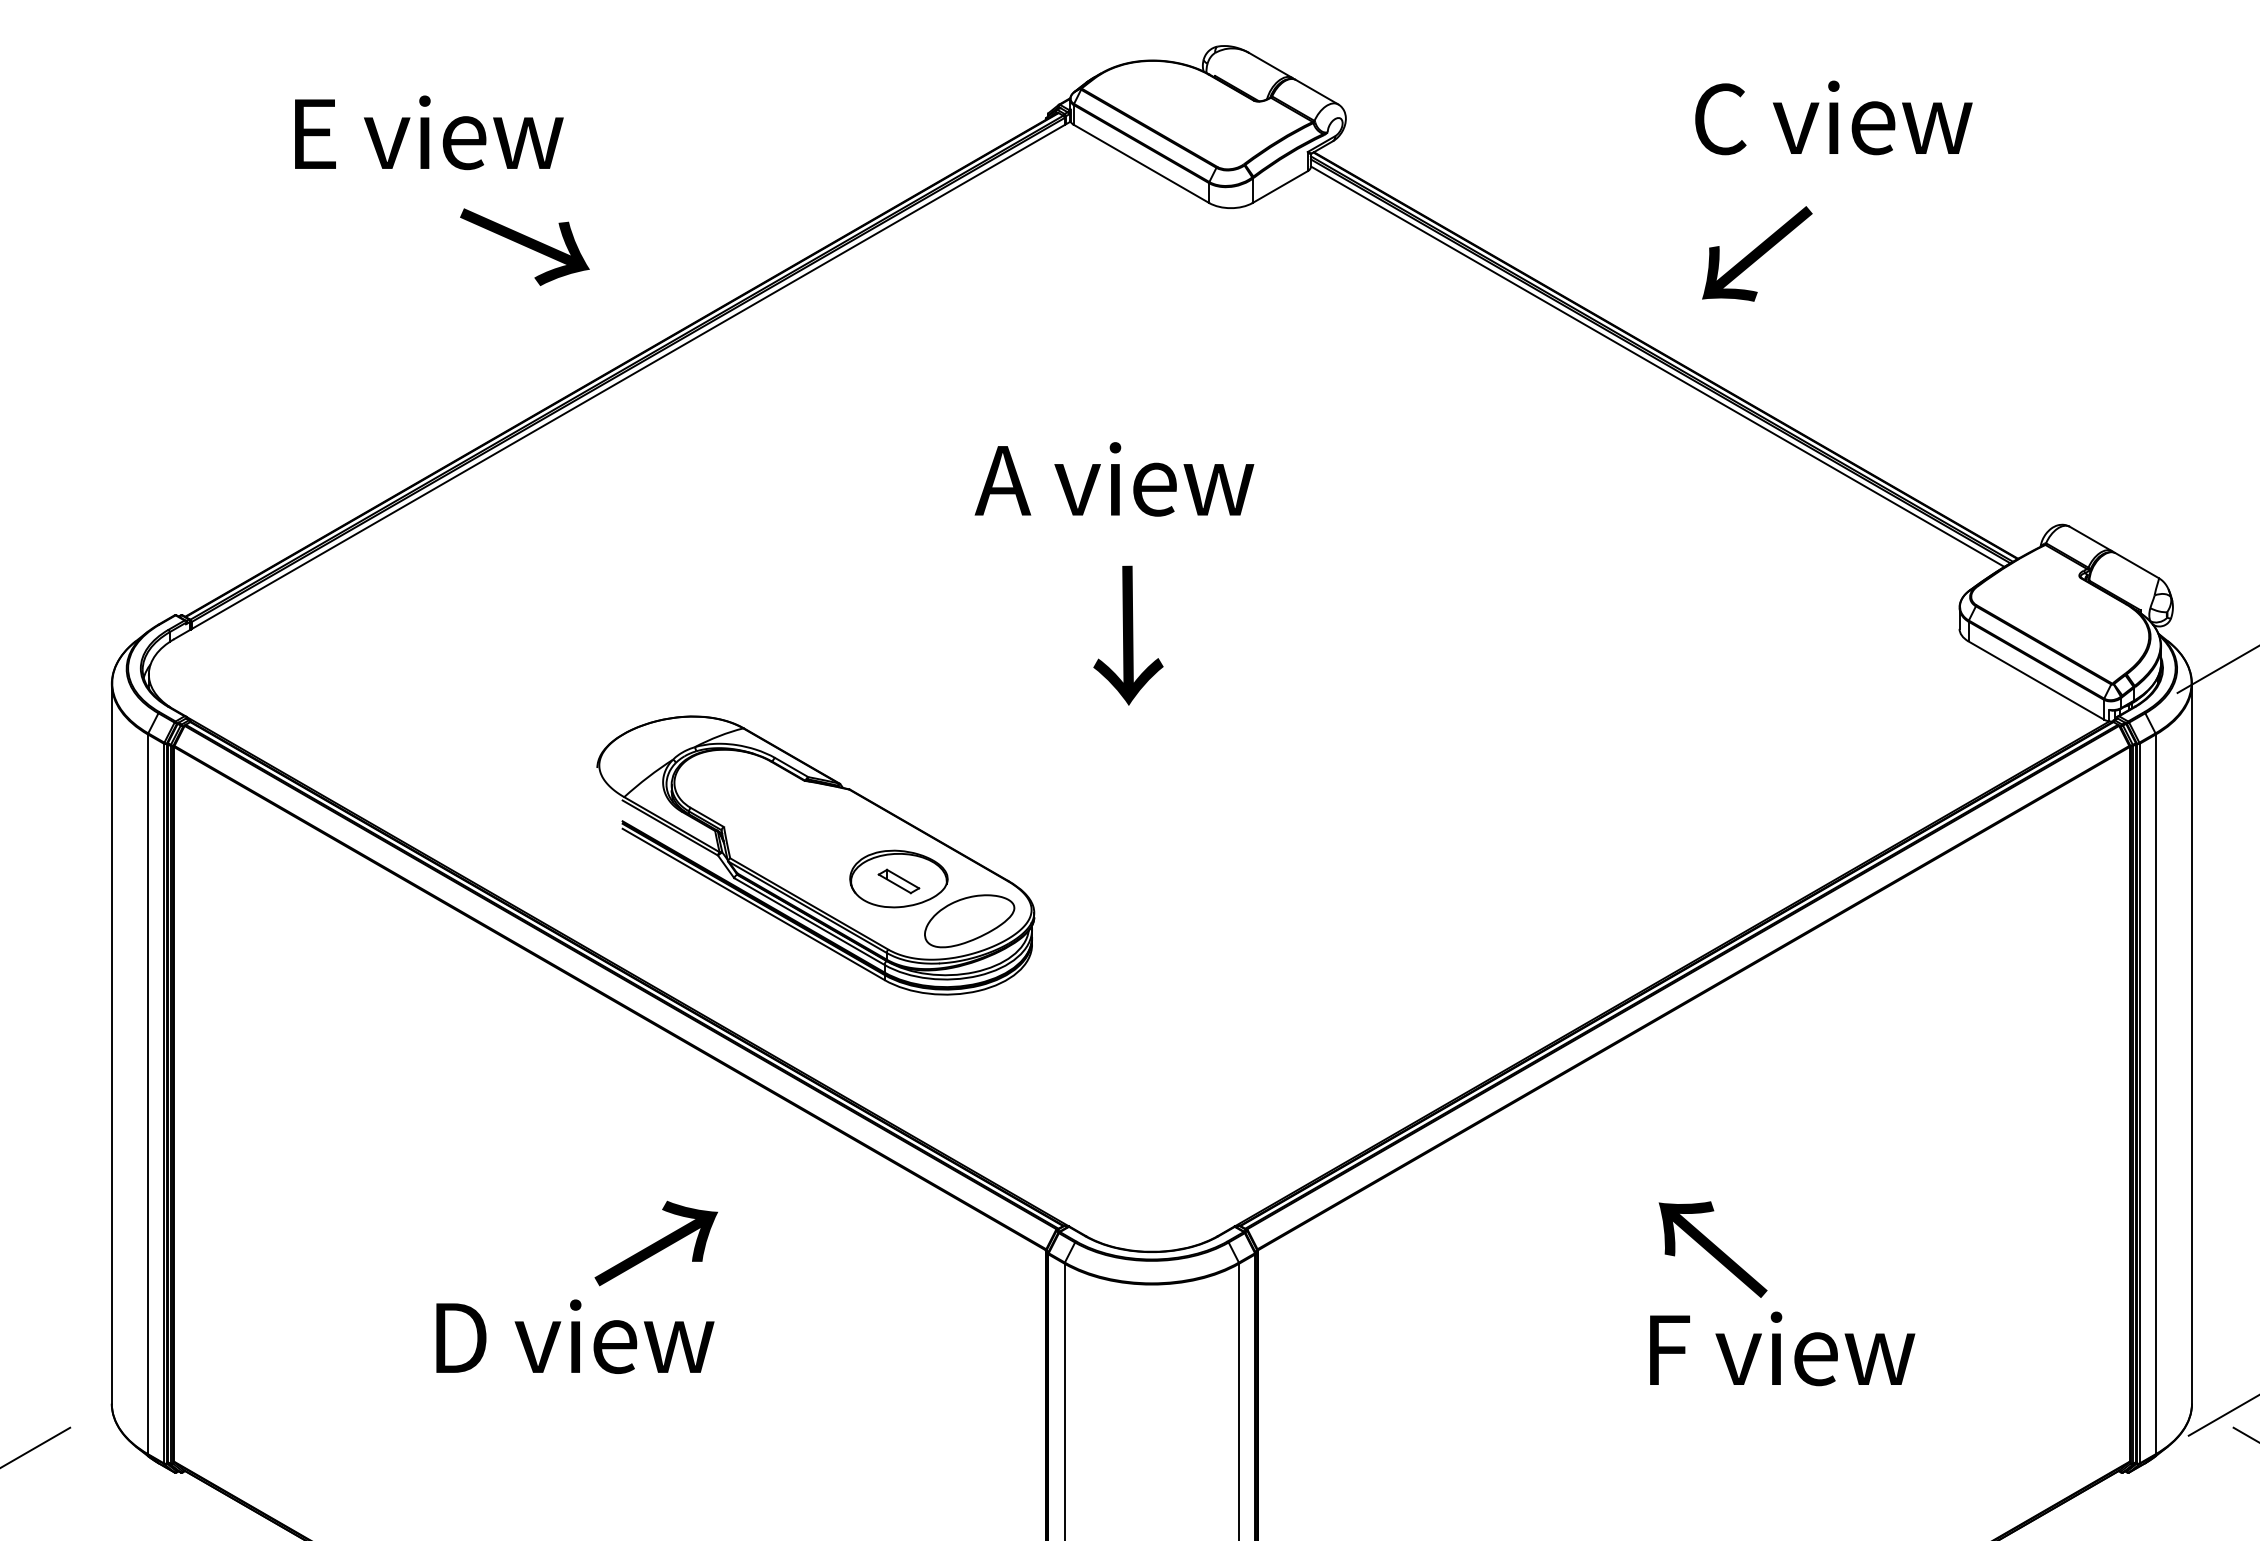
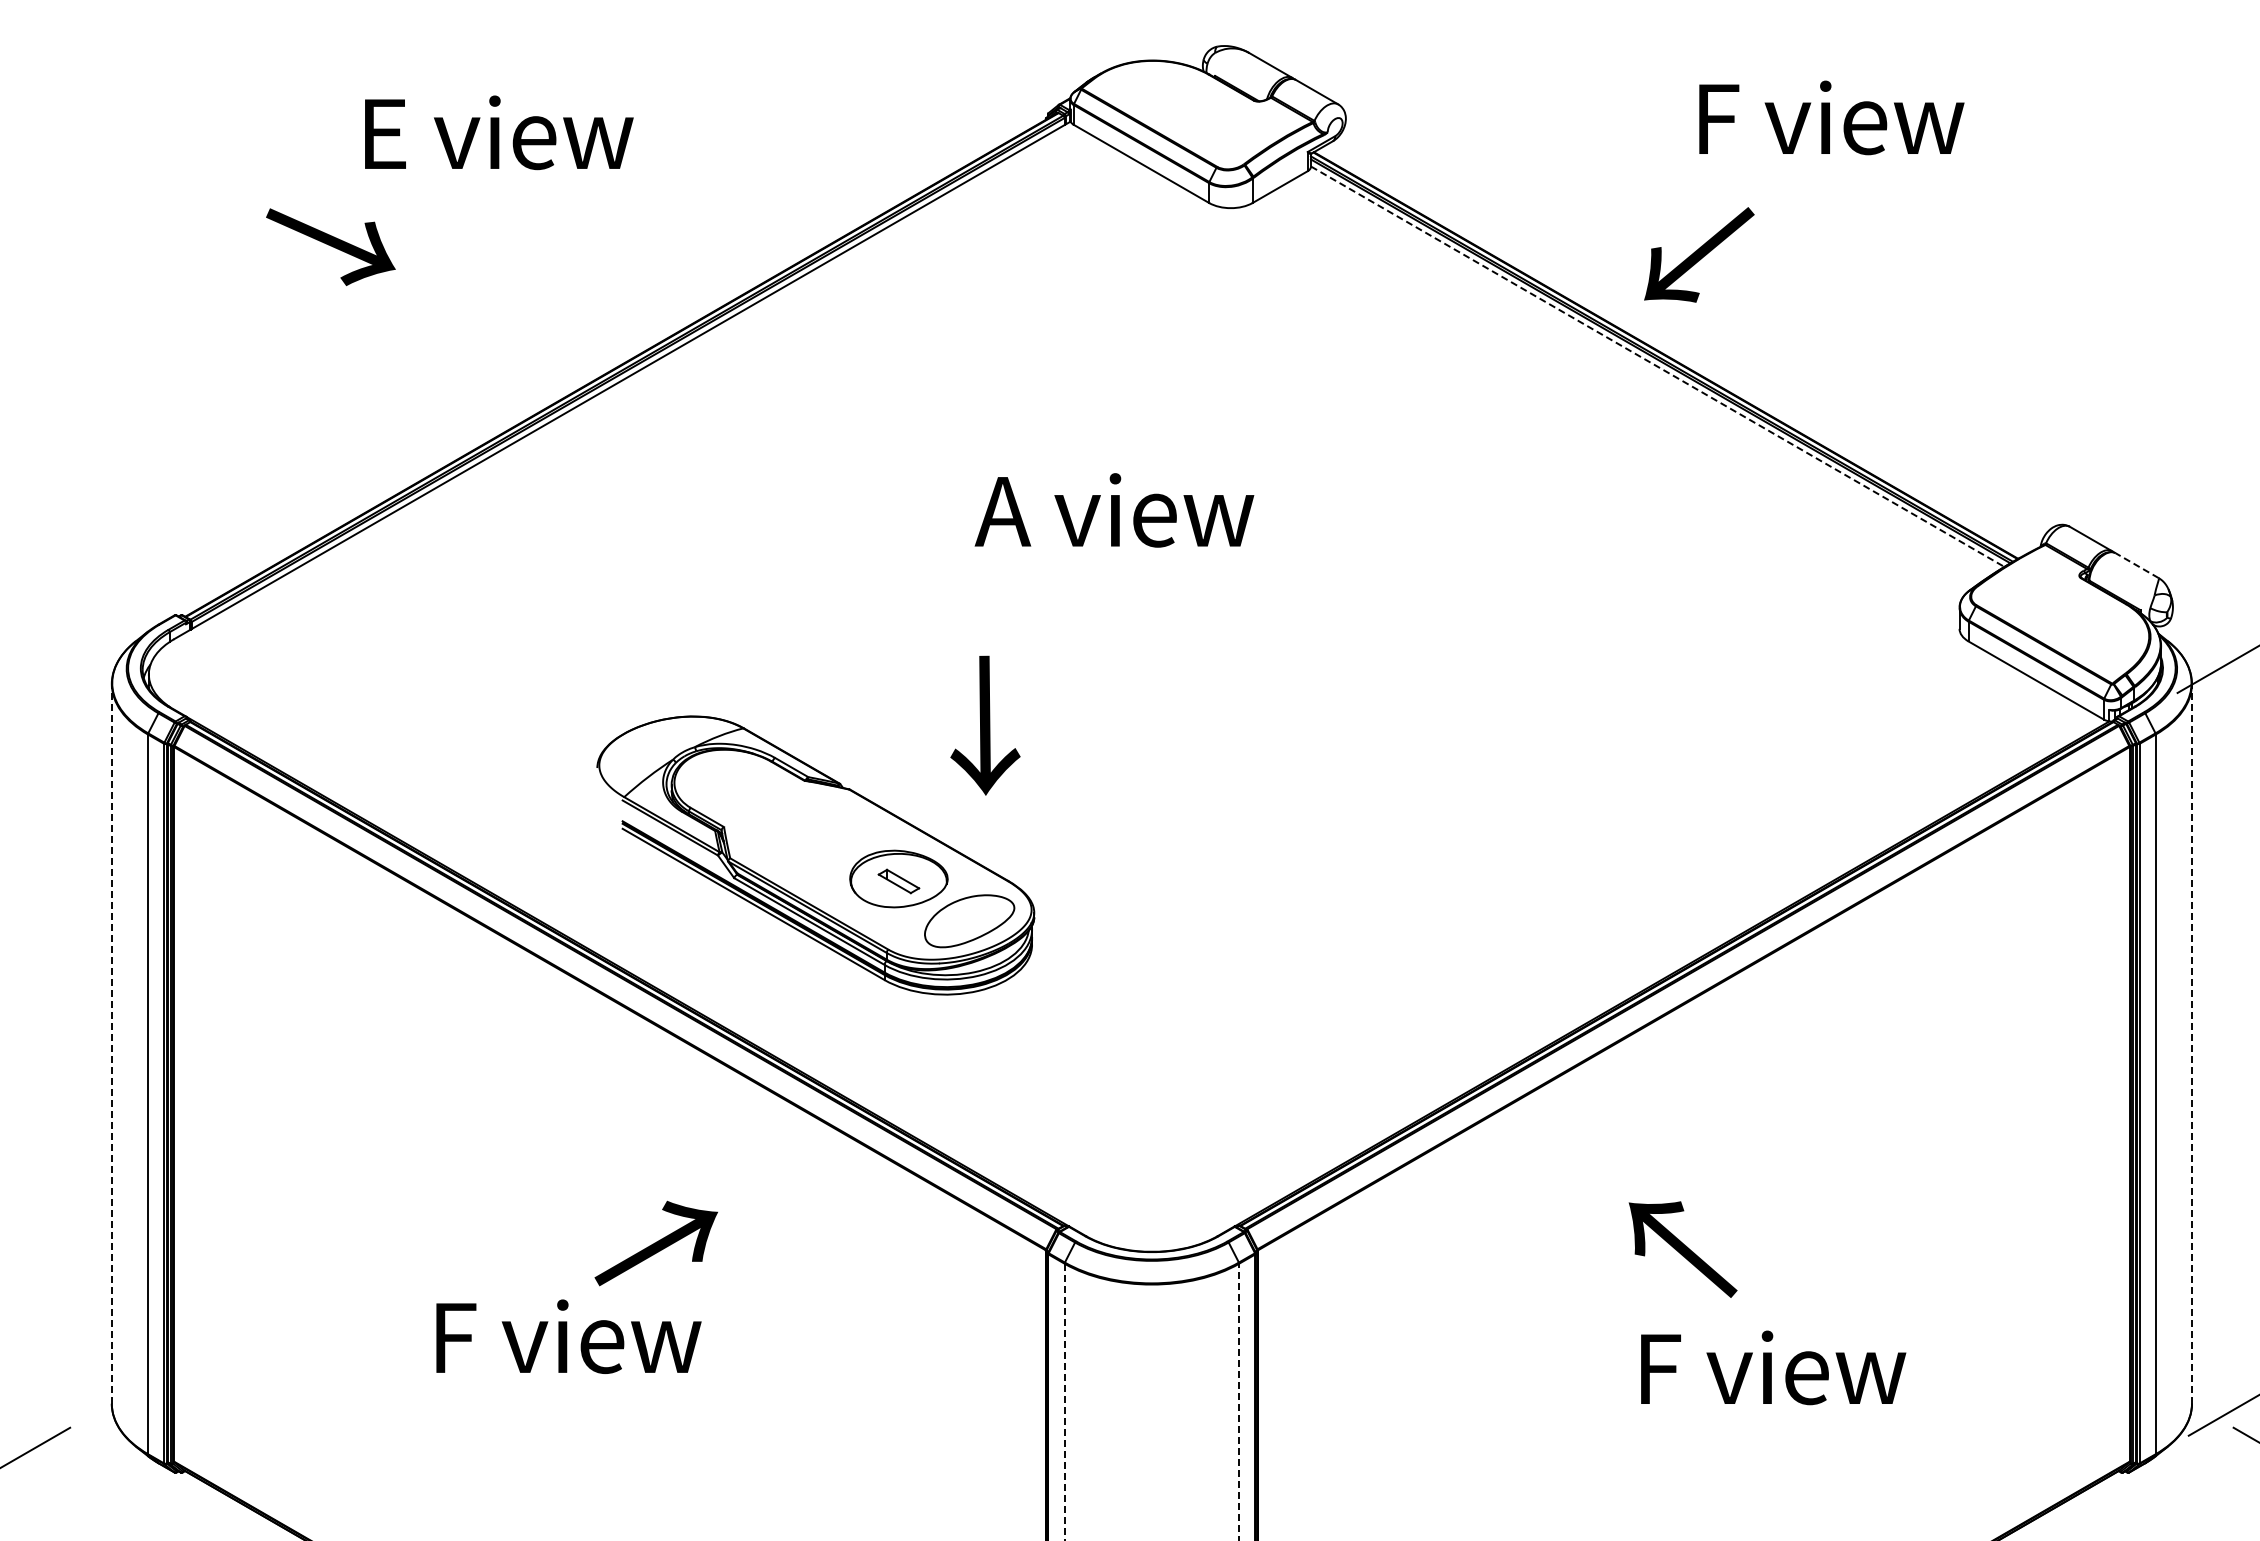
text at (1833, 117): C view -> F view
text at (429, 132) position: (429, 132) -> (499, 132)
text at (524, 246) position: (524, 246) -> (330, 246)
text at (1757, 253) position: (1757, 253) -> (1699, 254)
line at (1658, 366): solid -> dashed
text at (1114, 479) position: (1114, 479) -> (1114, 510)
line at (2137, 565): solid -> dashed
text at (1128, 635) position: (1128, 635) -> (985, 725)
line at (111, 1043): solid -> dashed
line at (2192, 1043): solid -> dashed
text at (1712, 1249) position: (1712, 1249) -> (1682, 1249)
text at (579, 1336): D view -> F view
text at (1782, 1348) position: (1782, 1348) -> (1773, 1367)
line at (1239, 1401): solid -> dashed
line at (1064, 1402): solid -> dashed
